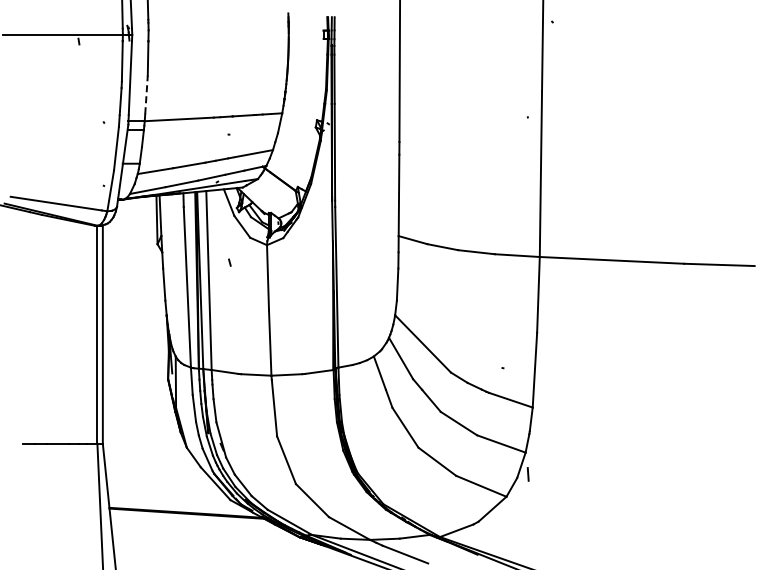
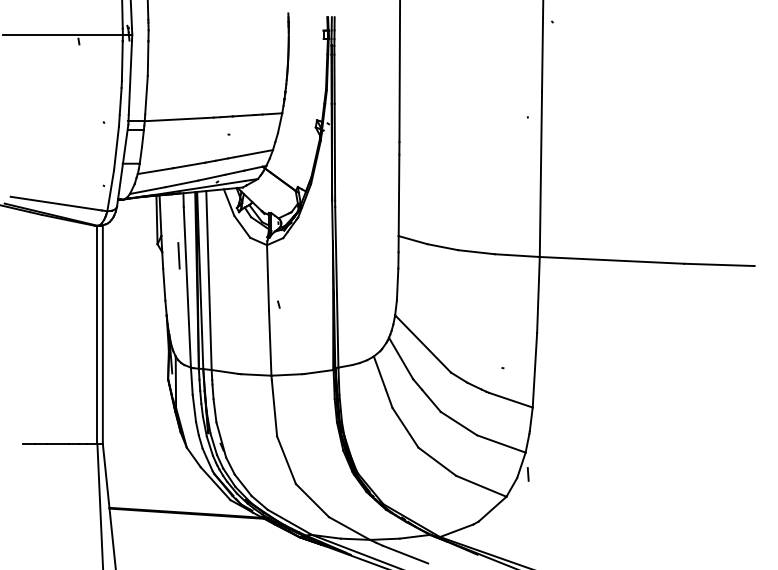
line at (146, 94): dashed -> solid
line at (178, 255): none -> present
line at (229, 262) position: (229, 262) -> (278, 304)
